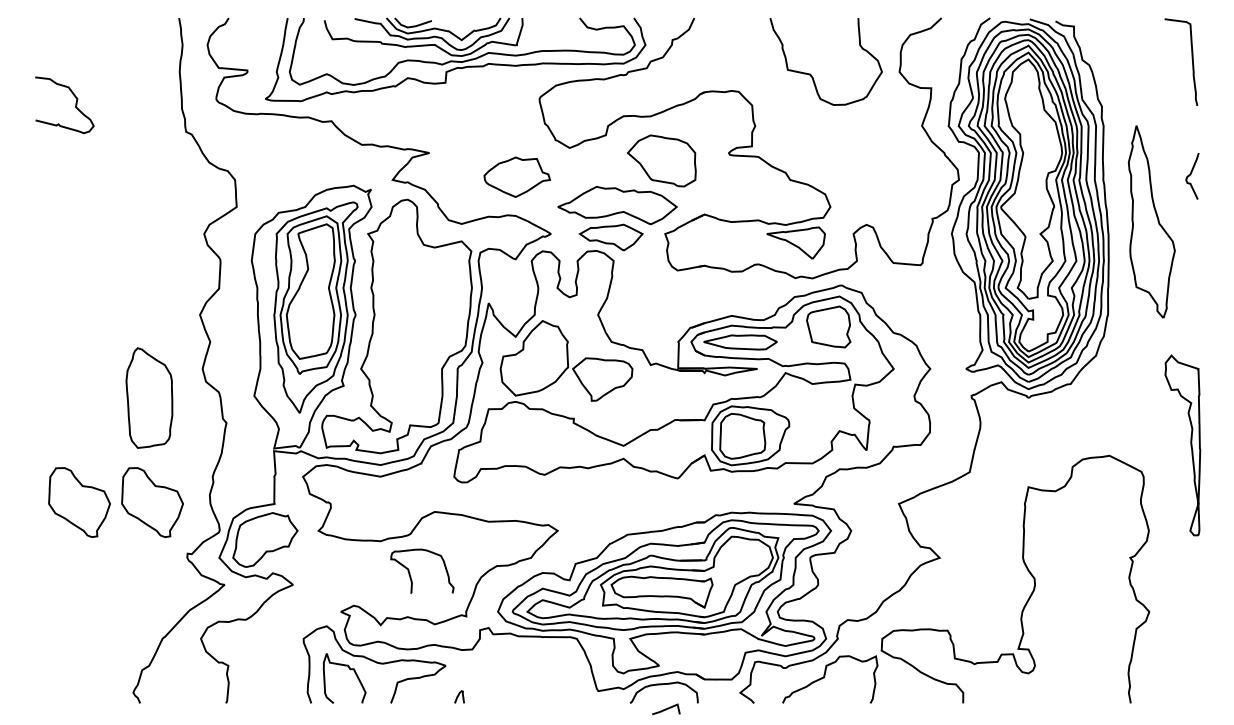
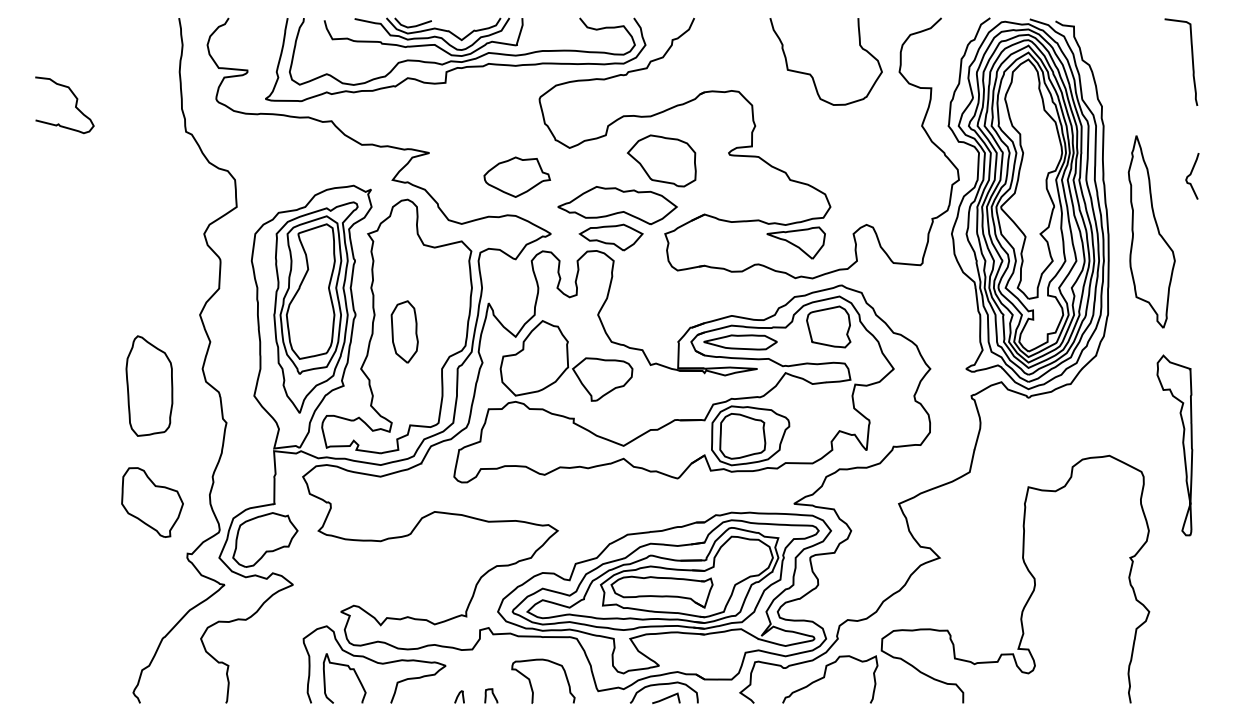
part at (1151, 221) position: (1151, 221) -> (1151, 231)
part at (404, 331): none -> present
part at (149, 397) position: (149, 397) -> (149, 385)
part at (1190, 445) position: (1190, 445) -> (1182, 445)
part at (79, 502): present -> none
curve at (410, 573) position: (410, 573) -> (531, 683)
curve at (492, 694): none -> present
line at (666, 709) position: (666, 709) -> (666, 698)
